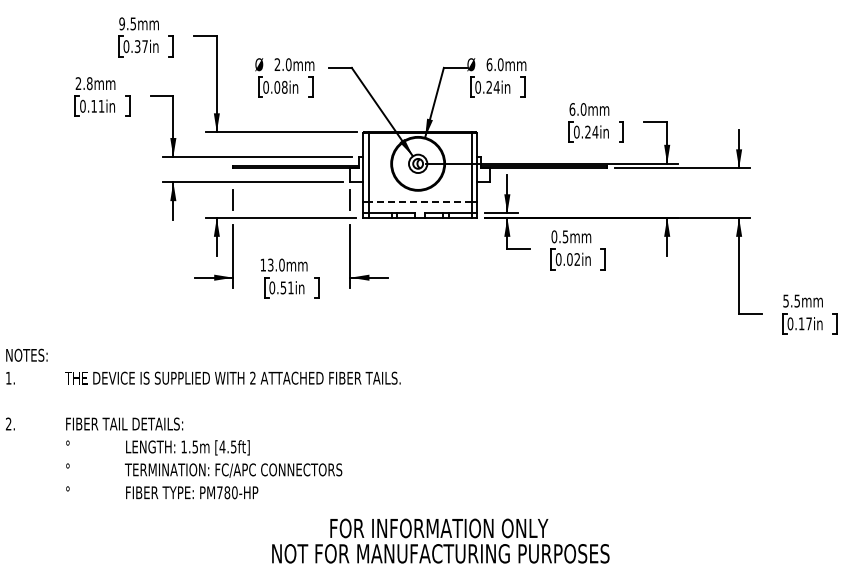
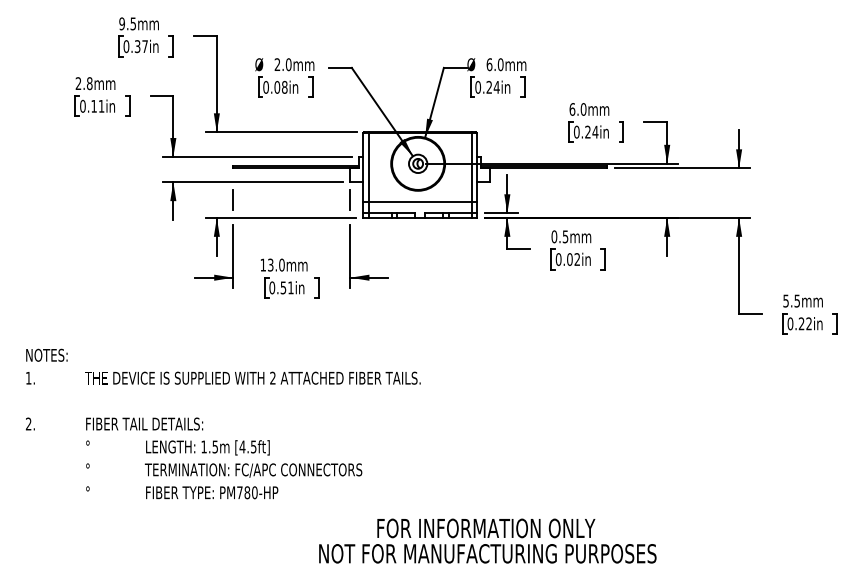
line at (420, 201): dashed -> solid
text at (804, 323): 0.17in -> 0.22in
text at (203, 423) position: (203, 423) -> (223, 423)
text at (440, 540) position: (440, 540) -> (487, 540)
